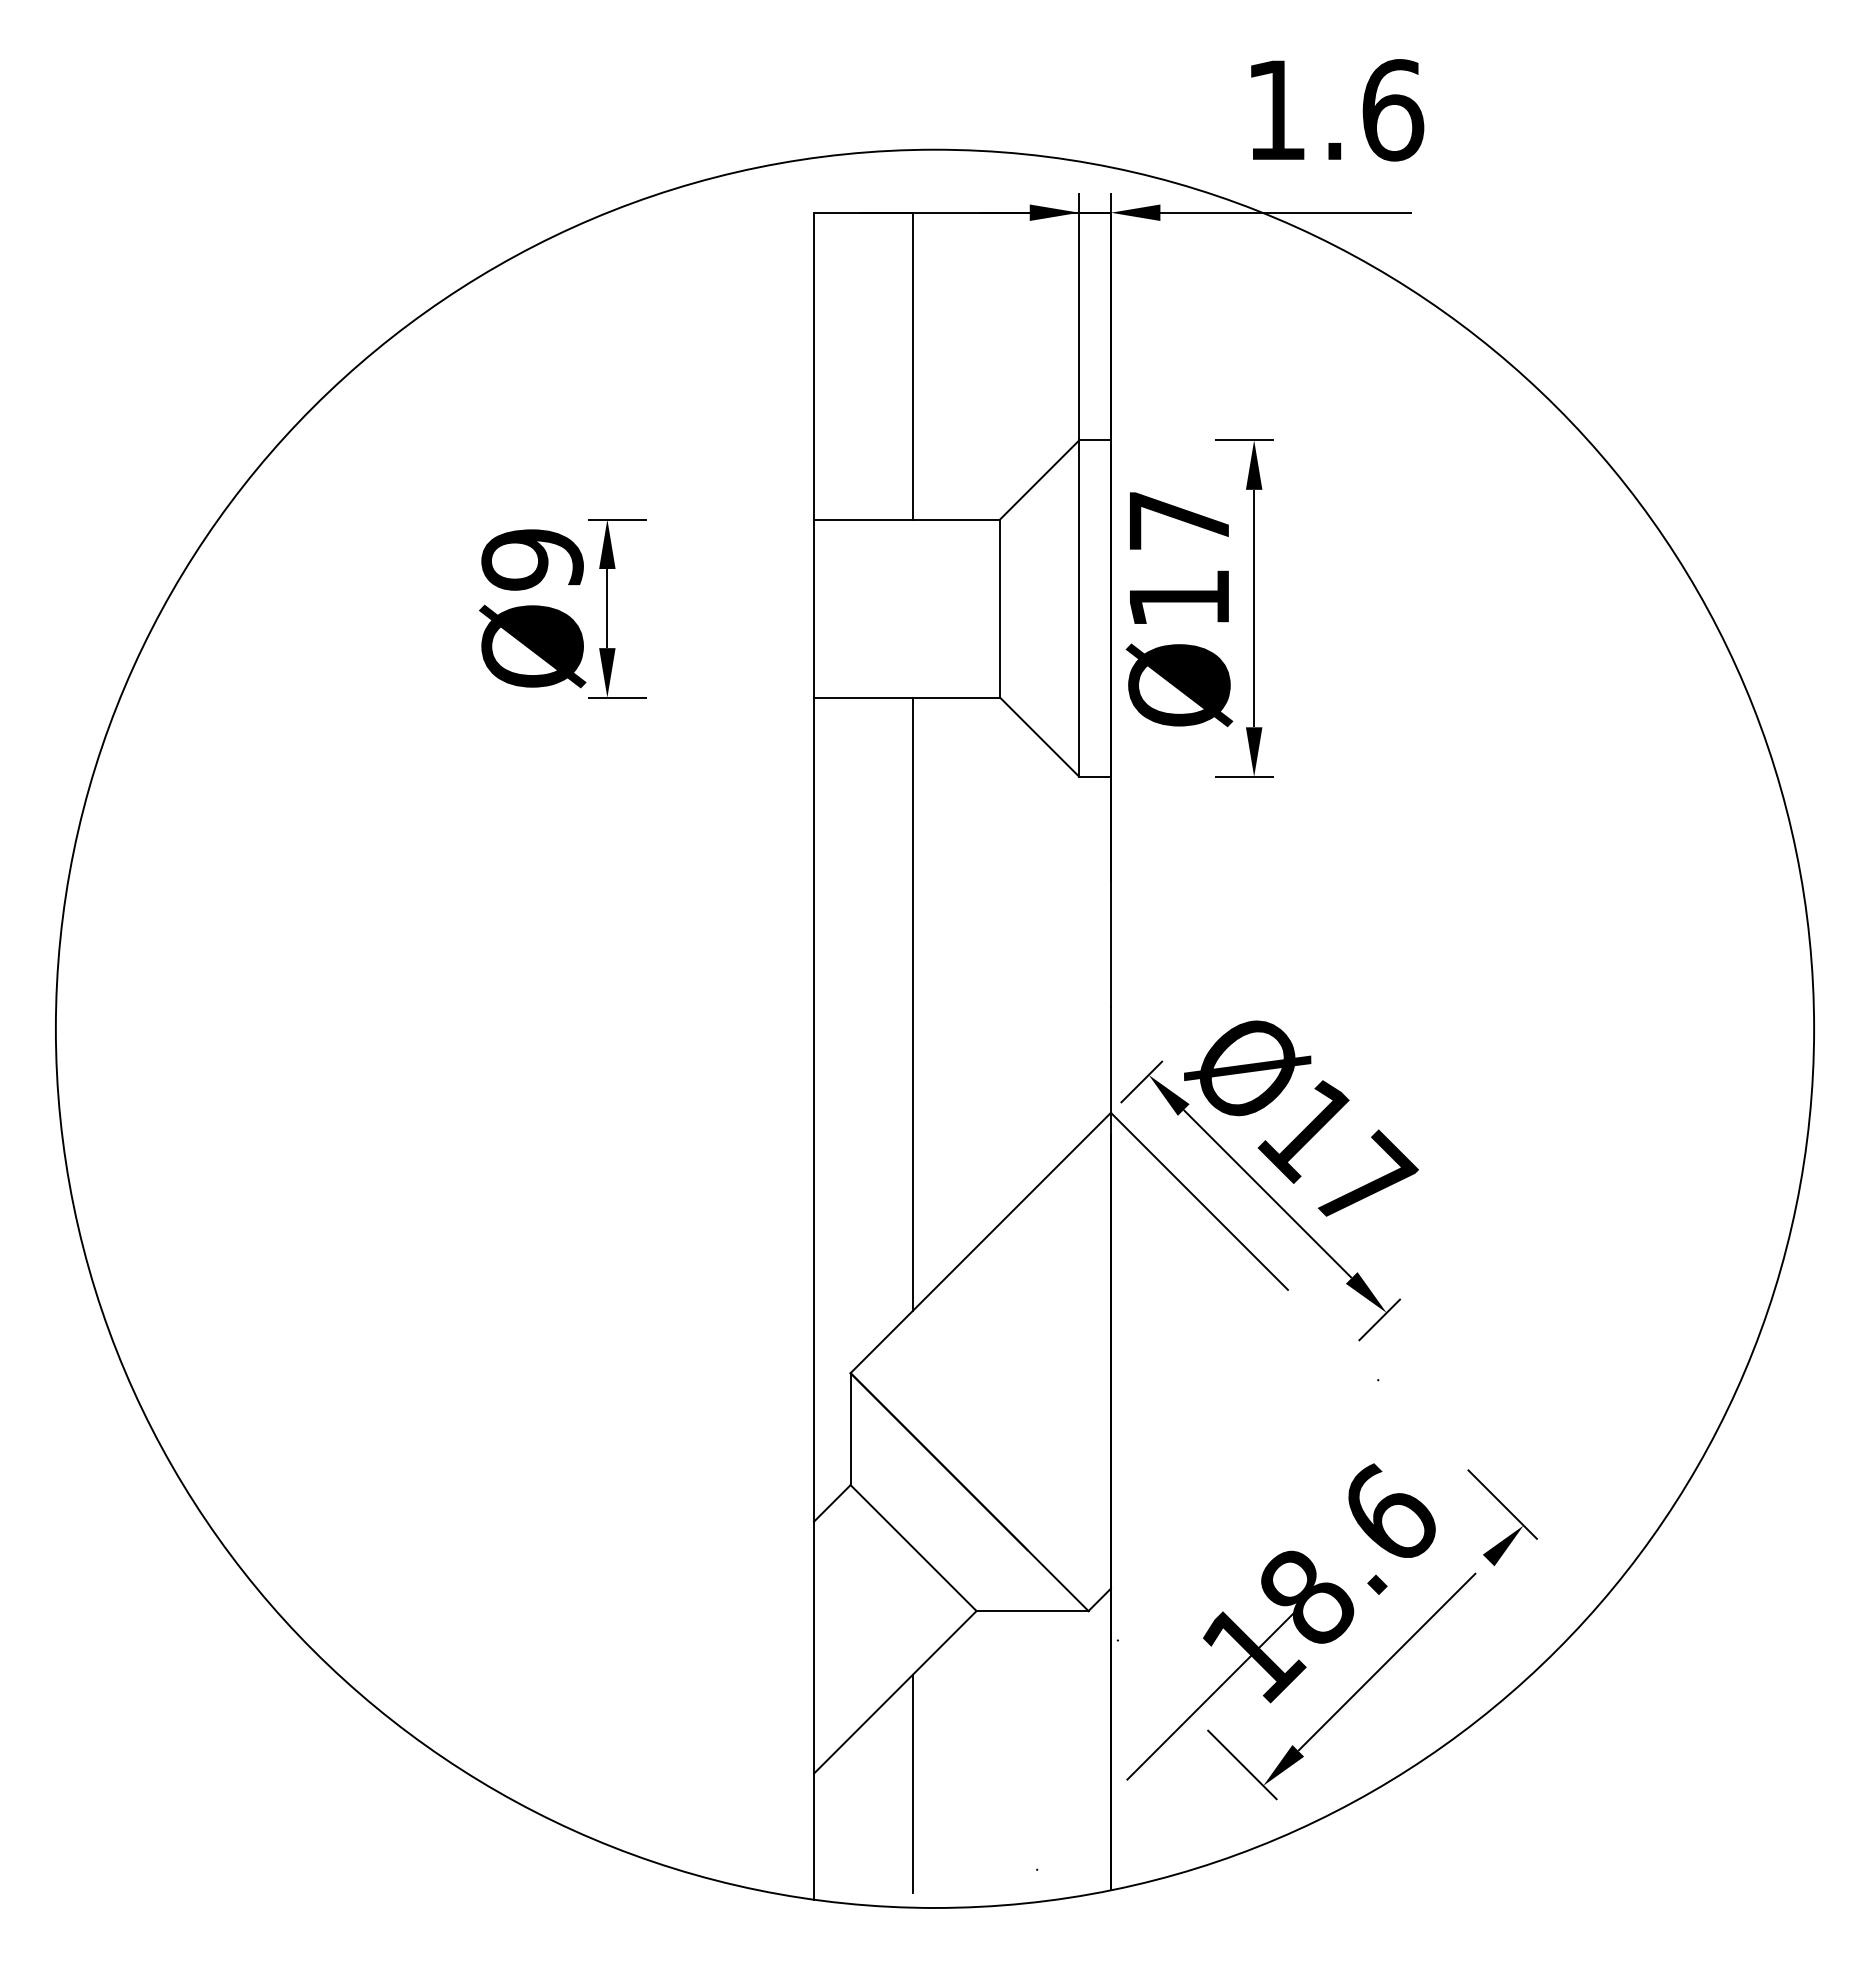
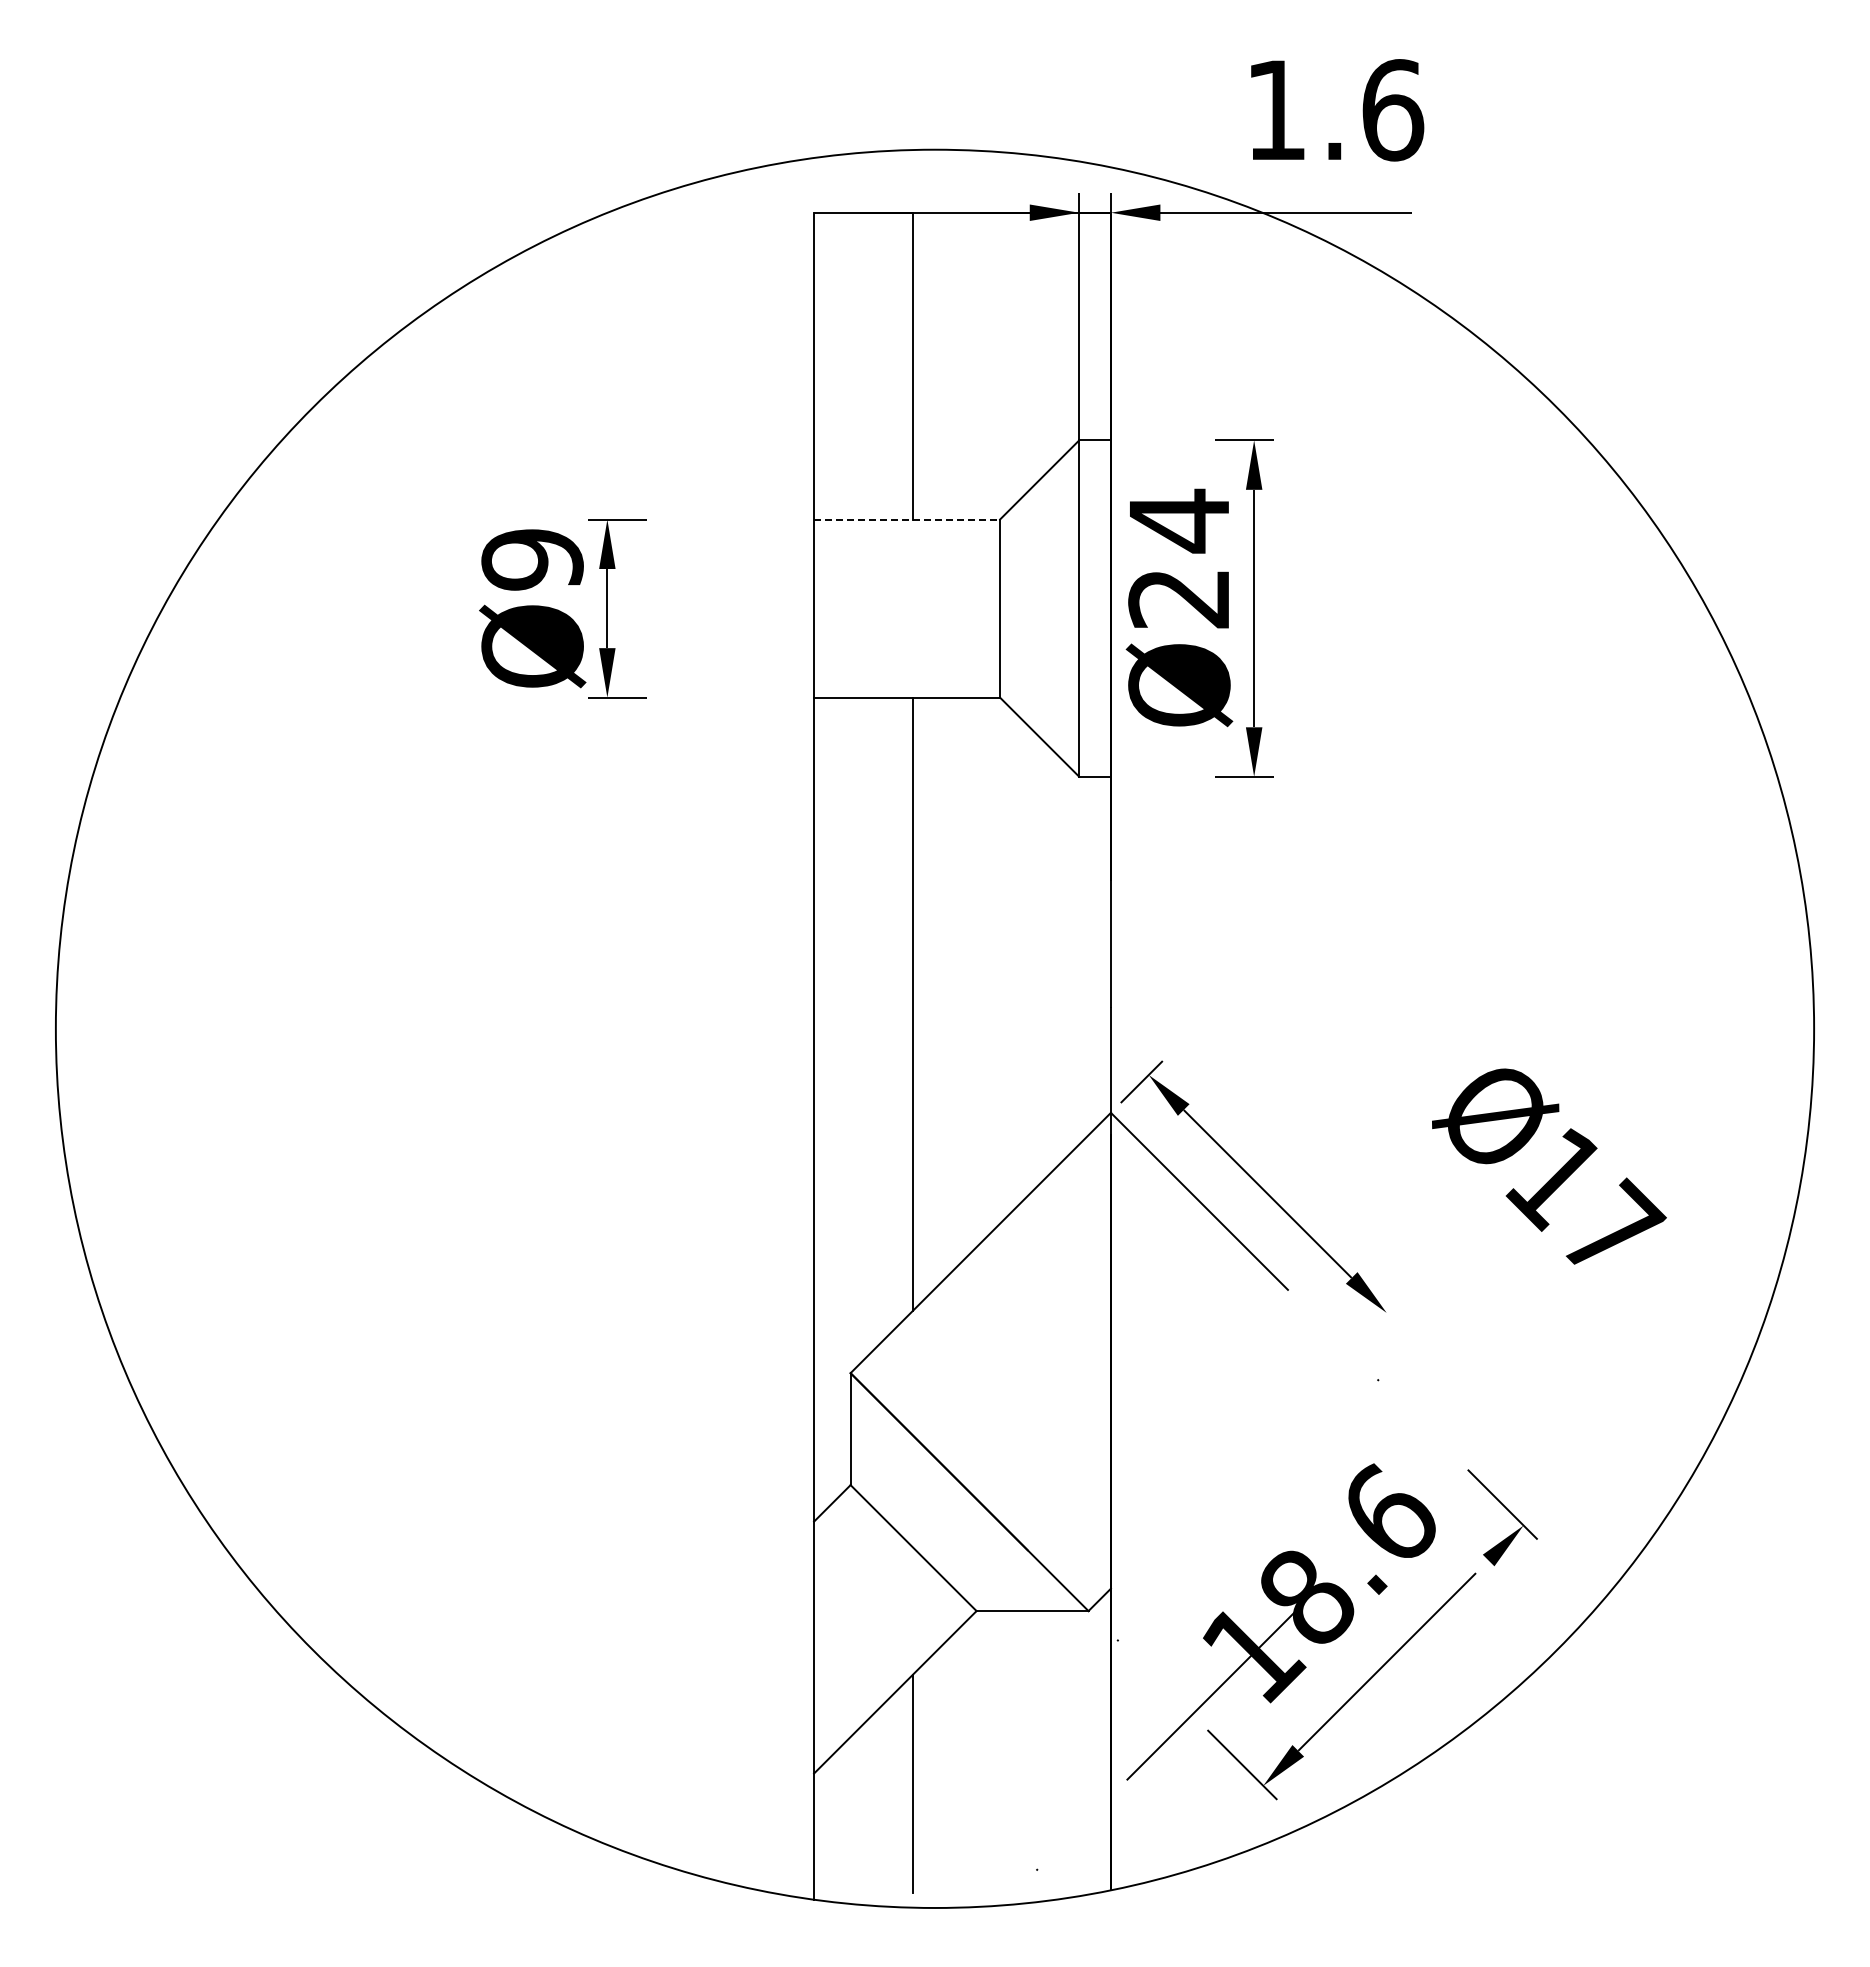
line at (907, 519): solid -> dashed
text at (1178, 558): Ø17 -> Ø24
text at (1301, 1118) position: (1301, 1118) -> (1549, 1166)
line at (1379, 1319): present -> none
